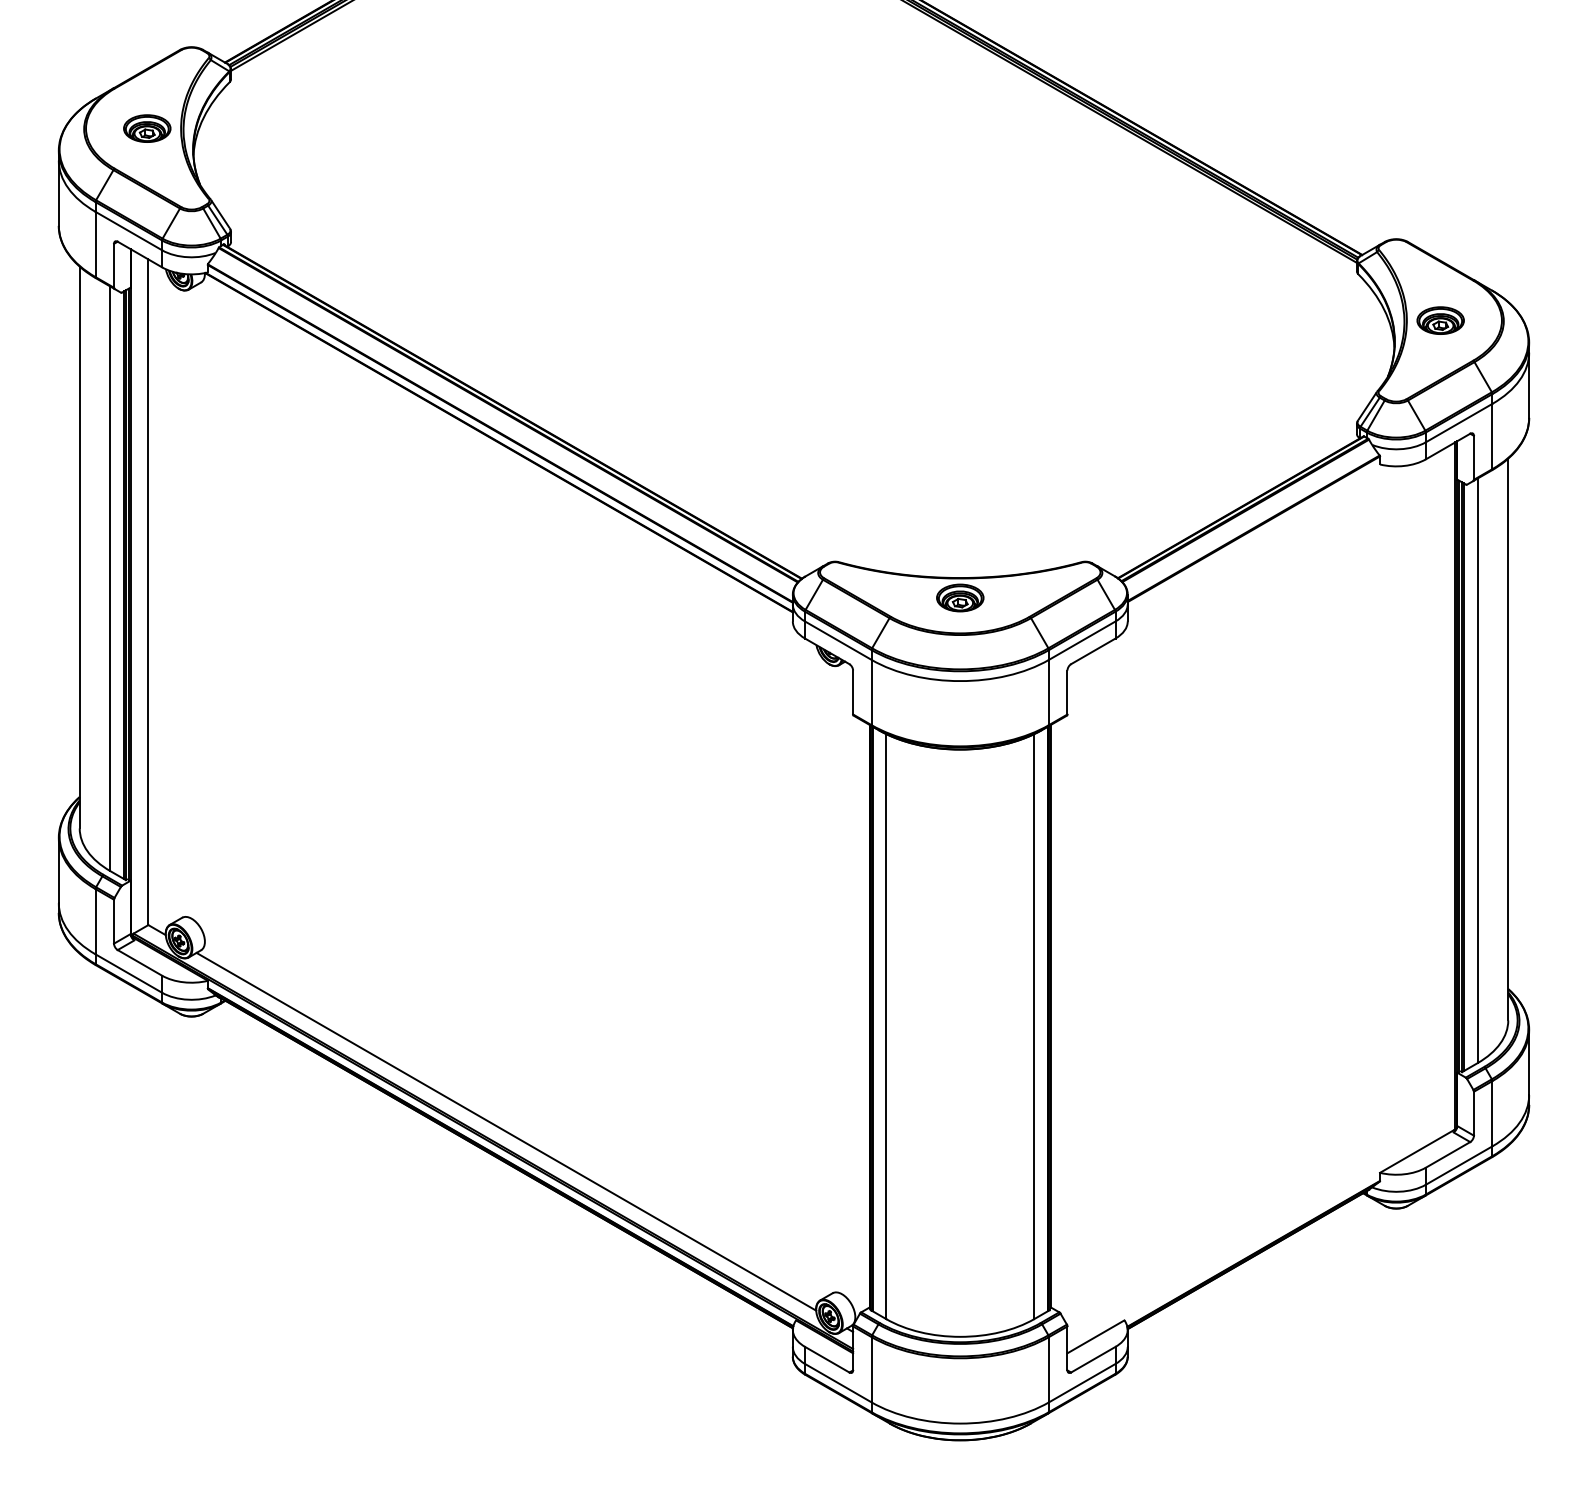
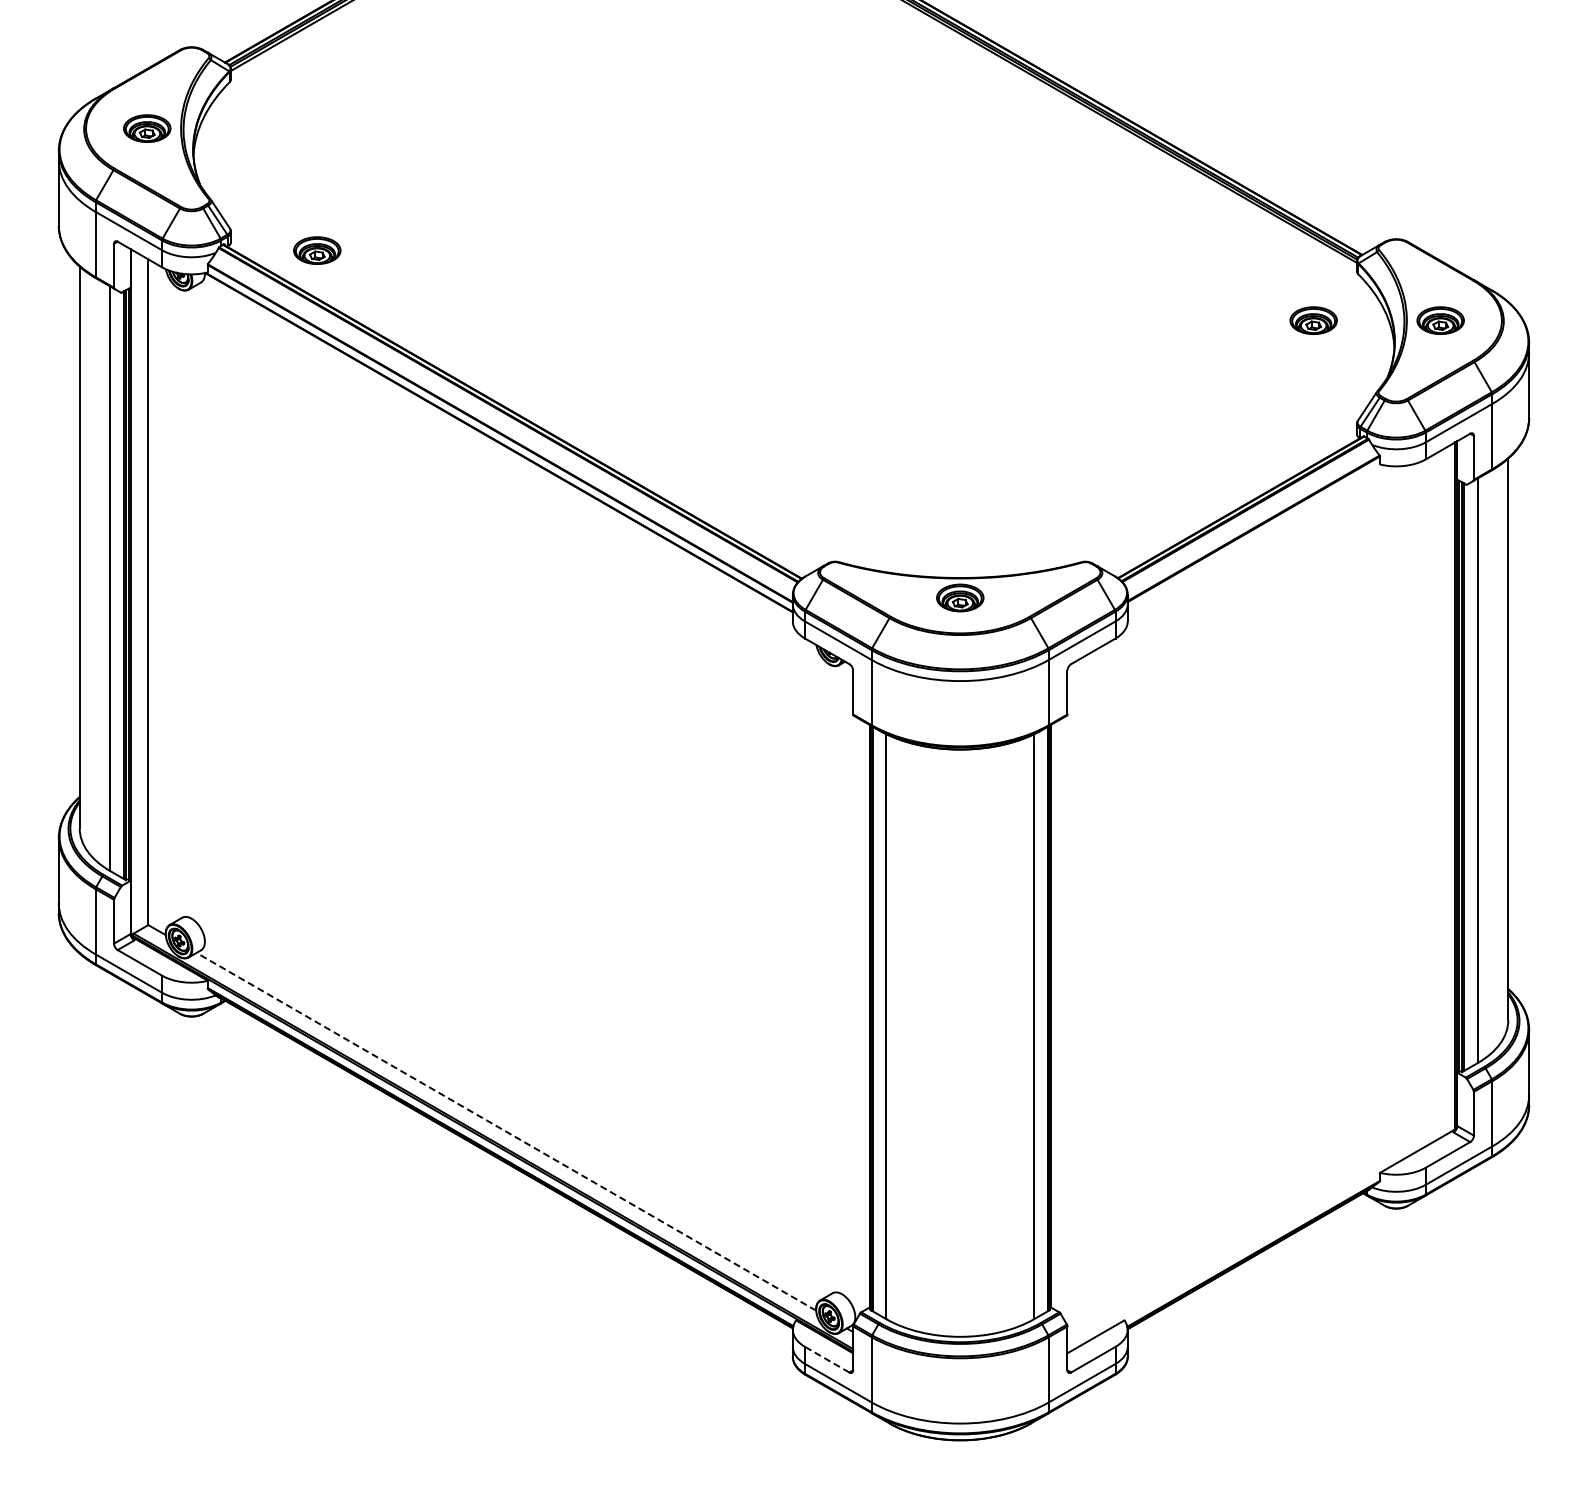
part at (317, 250): none -> present
part at (1313, 320): none -> present
line at (506, 1131): solid -> dashed
line at (827, 1359): solid -> dashed
